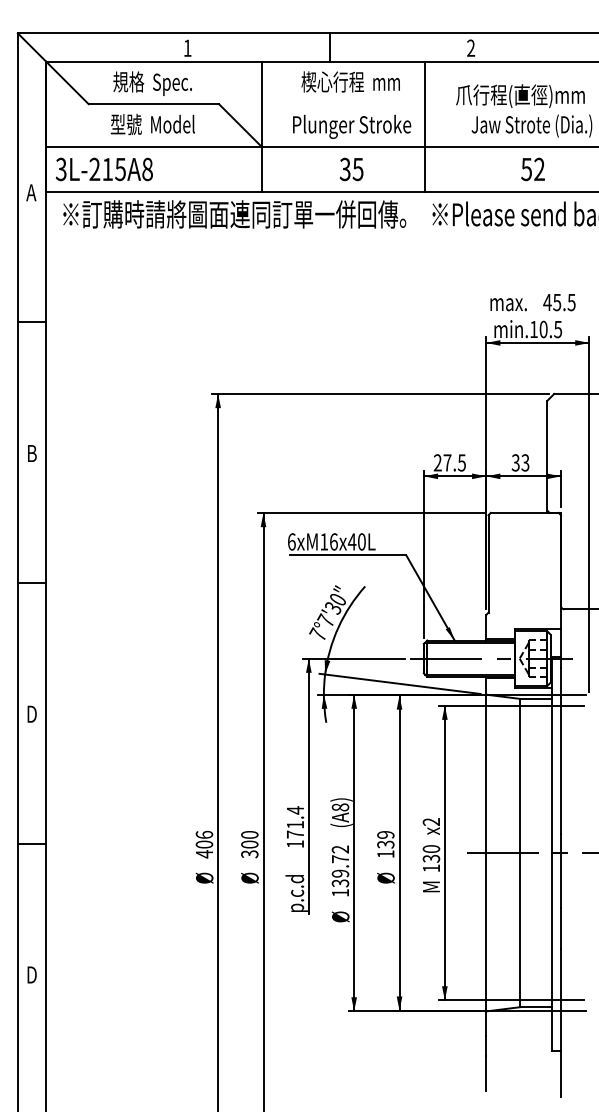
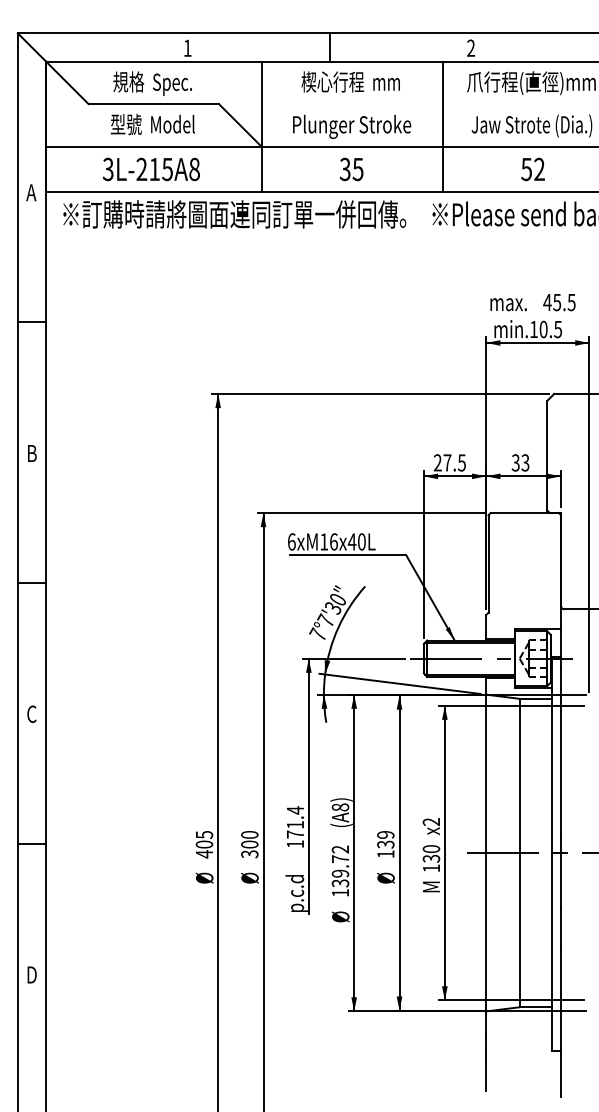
text at (520, 95) position: (520, 95) -> (531, 82)
line at (424, 126) position: (424, 126) -> (442, 126)
text at (104, 169) position: (104, 169) -> (151, 169)
text at (31, 713): D -> C
text at (204, 834): 406 -> 405
